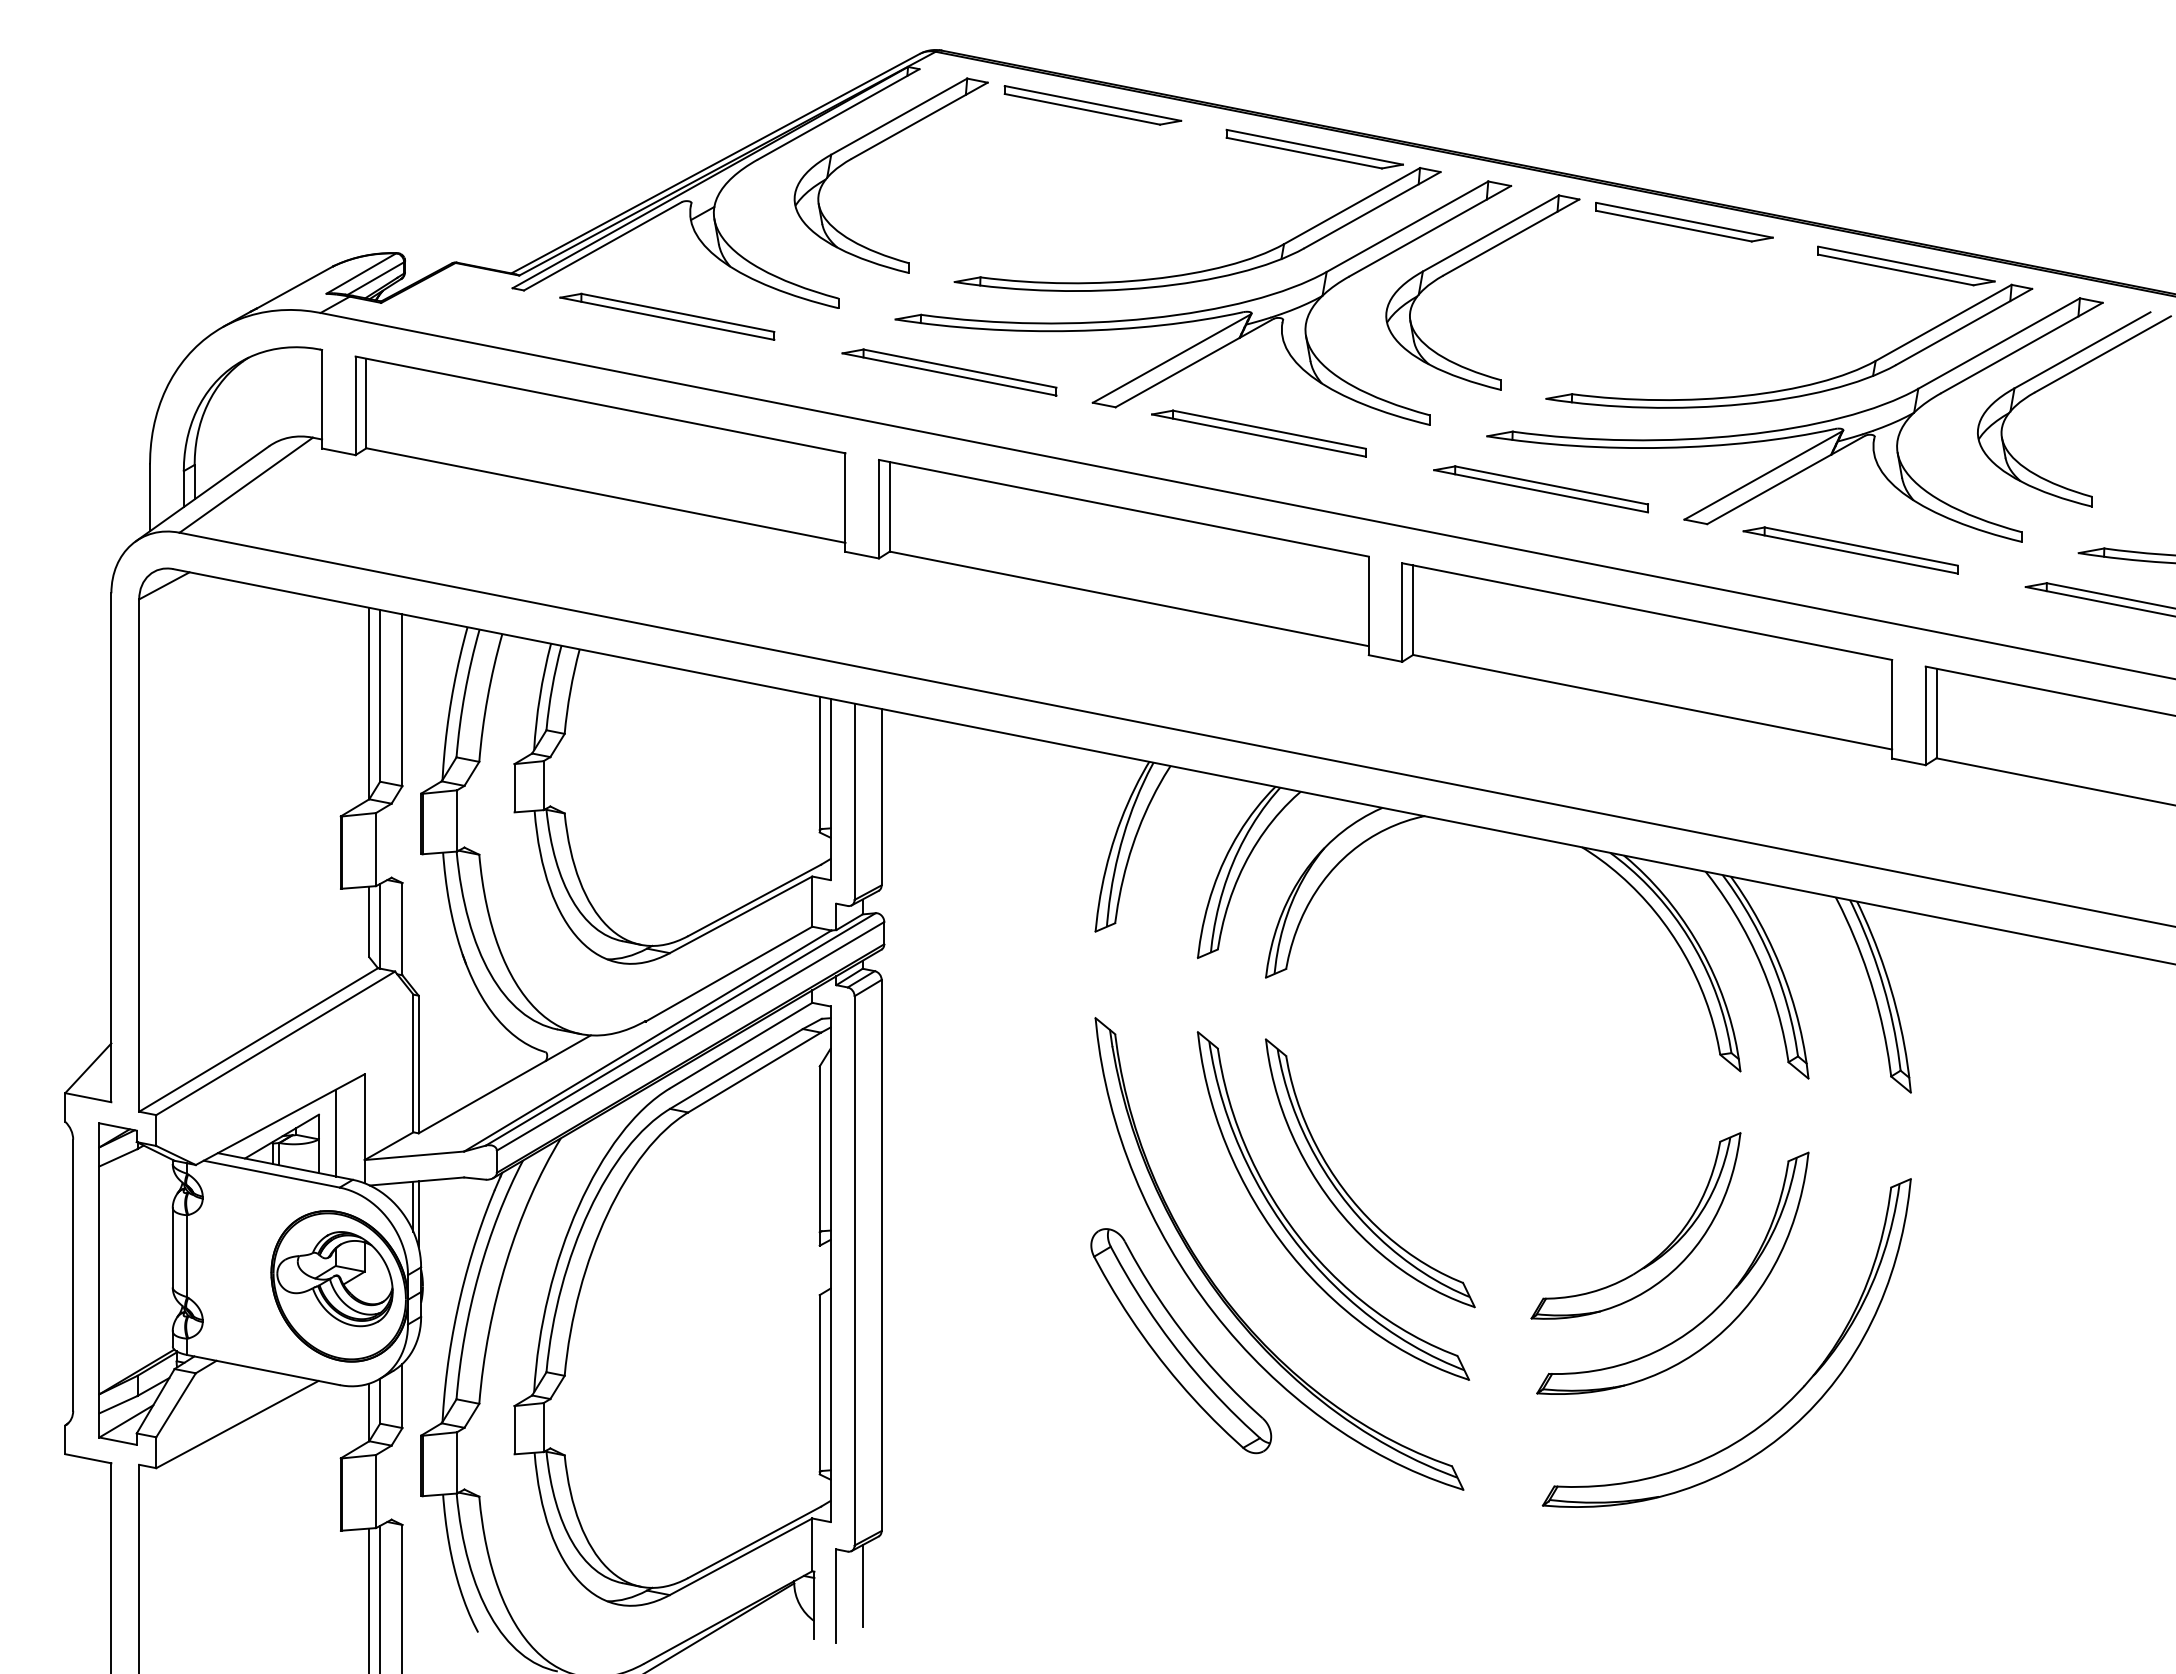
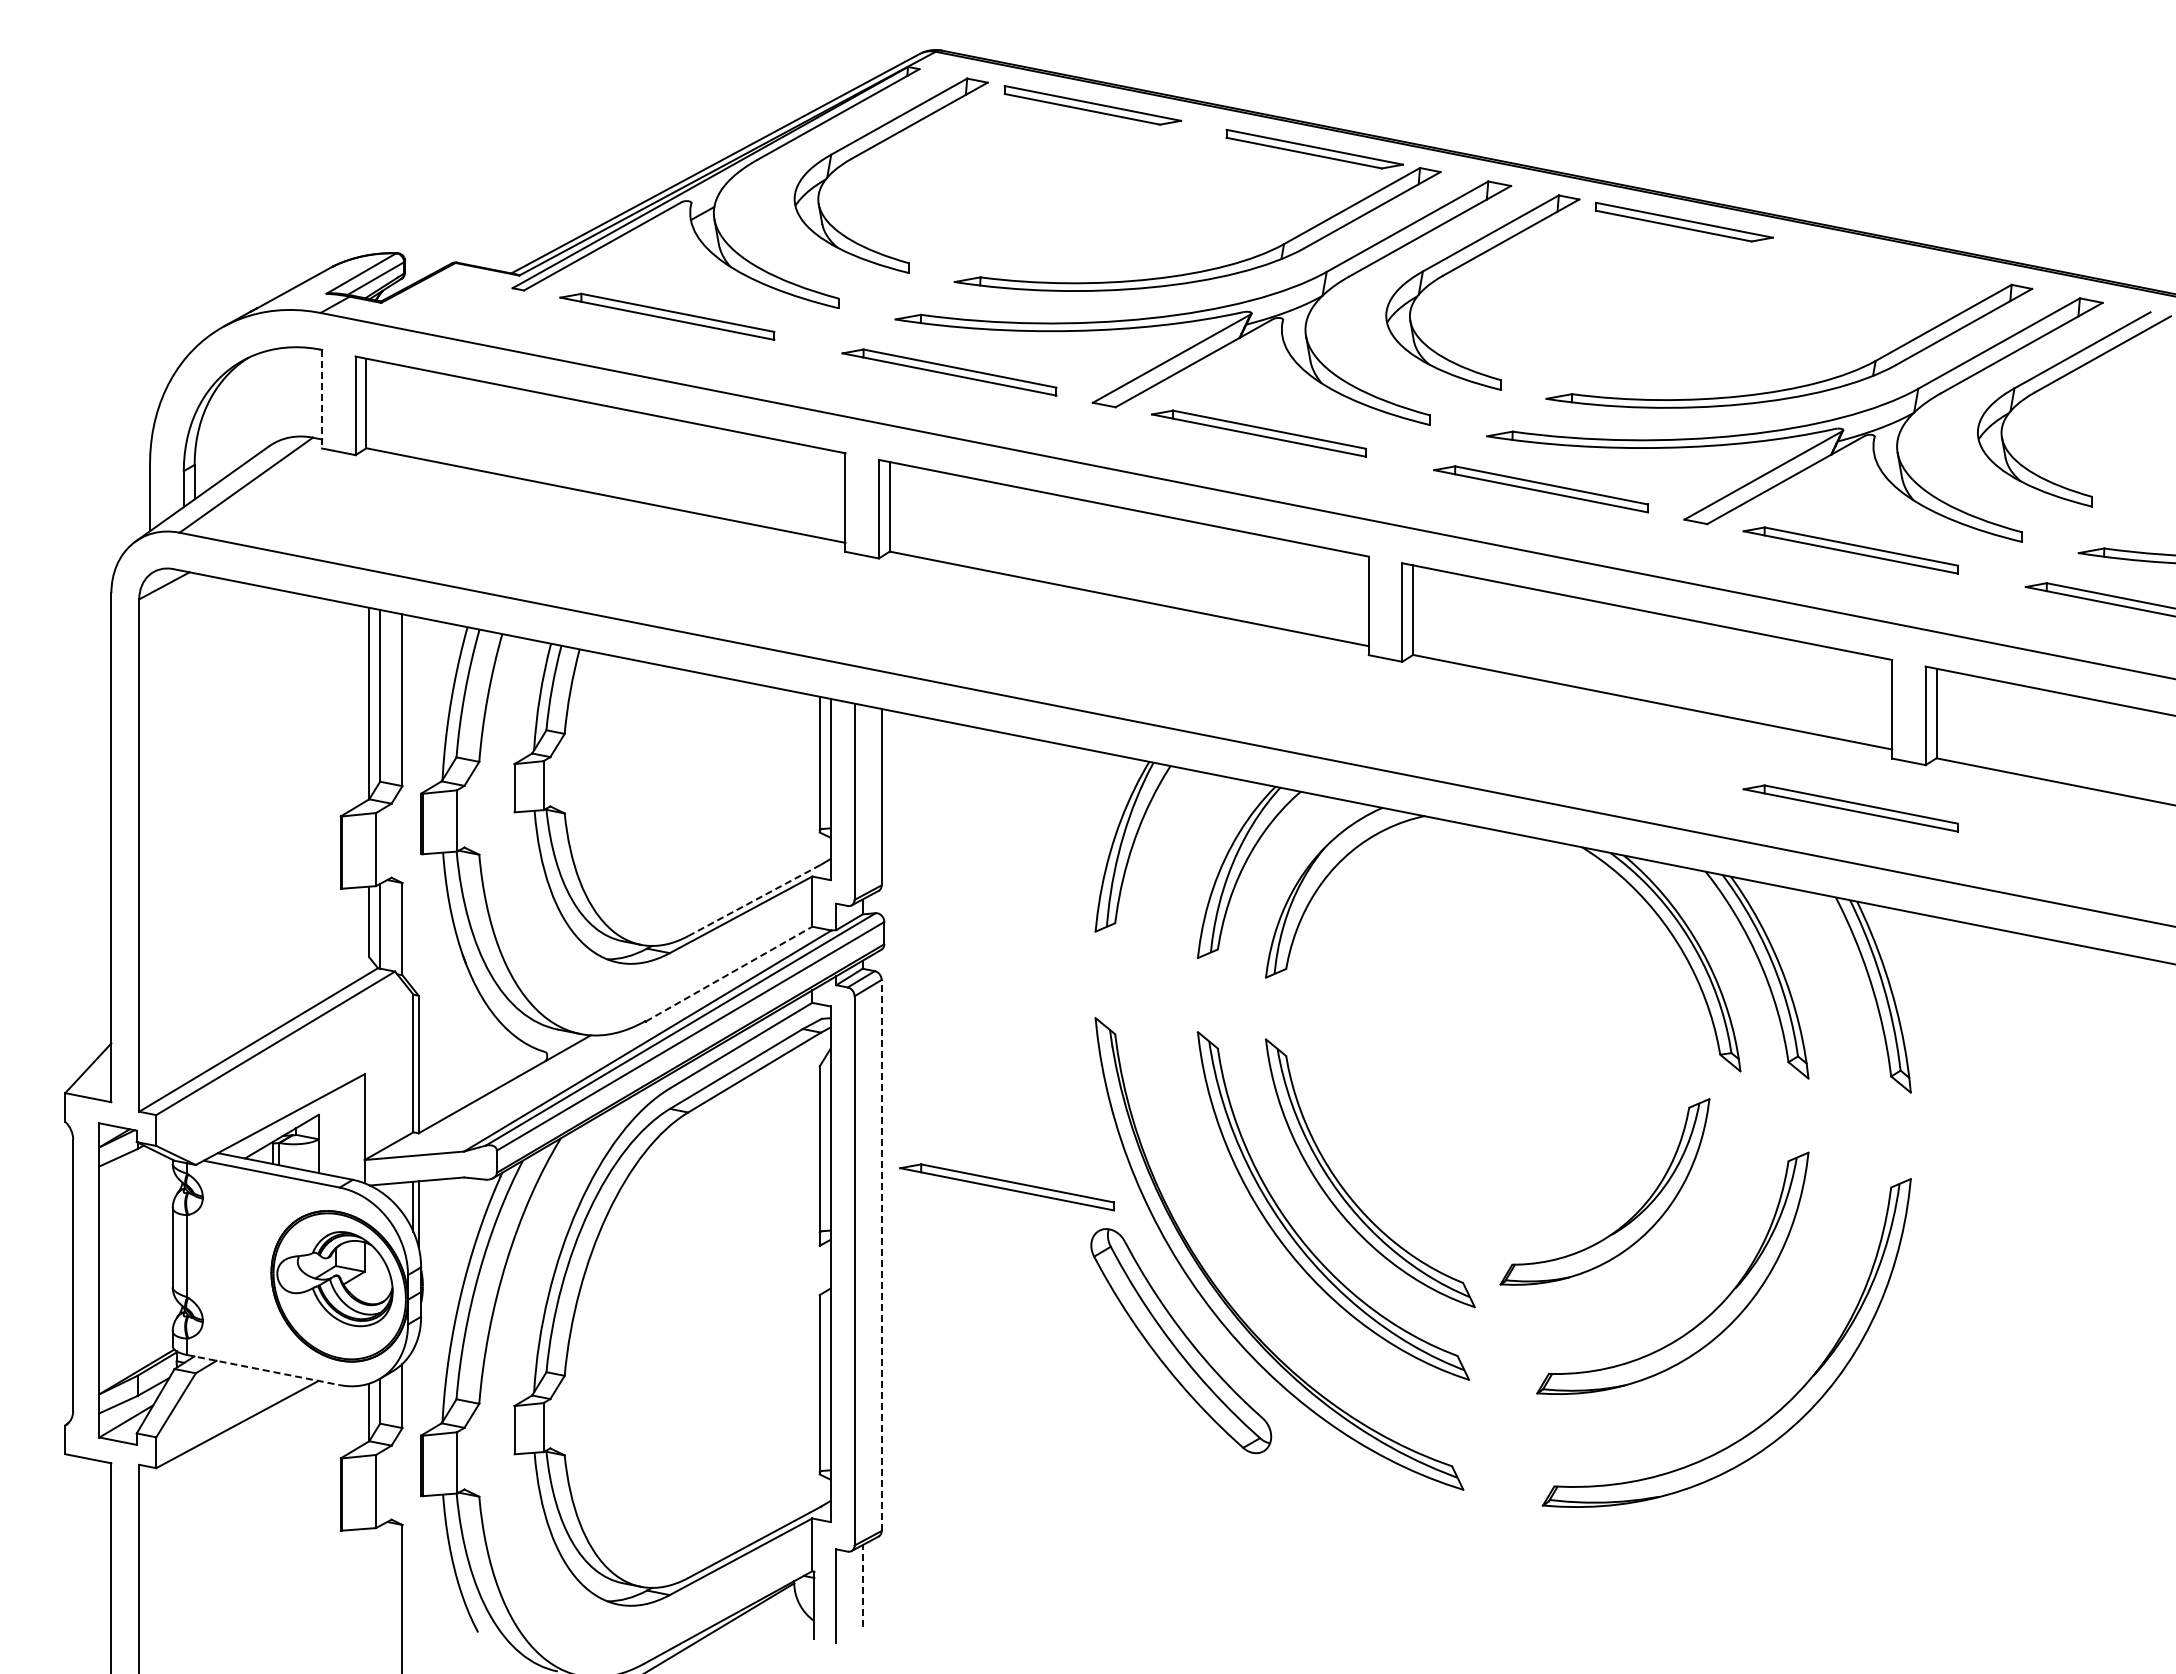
part at (1906, 265): present -> none
line at (322, 399): solid -> dashed
part at (1850, 808): none -> present
line at (755, 900): solid -> dashed
line at (729, 974): solid -> dashed
line at (336, 1132): present -> none
part at (1006, 1187): none -> present
part at (1658, 1254) position: (1658, 1254) -> (1627, 1220)
line at (881, 1255): solid -> dashed
line at (263, 1370): solid -> dashed
line at (863, 1585): solid -> dashed
line at (380, 1597): present -> none
line at (369, 1599): present -> none
